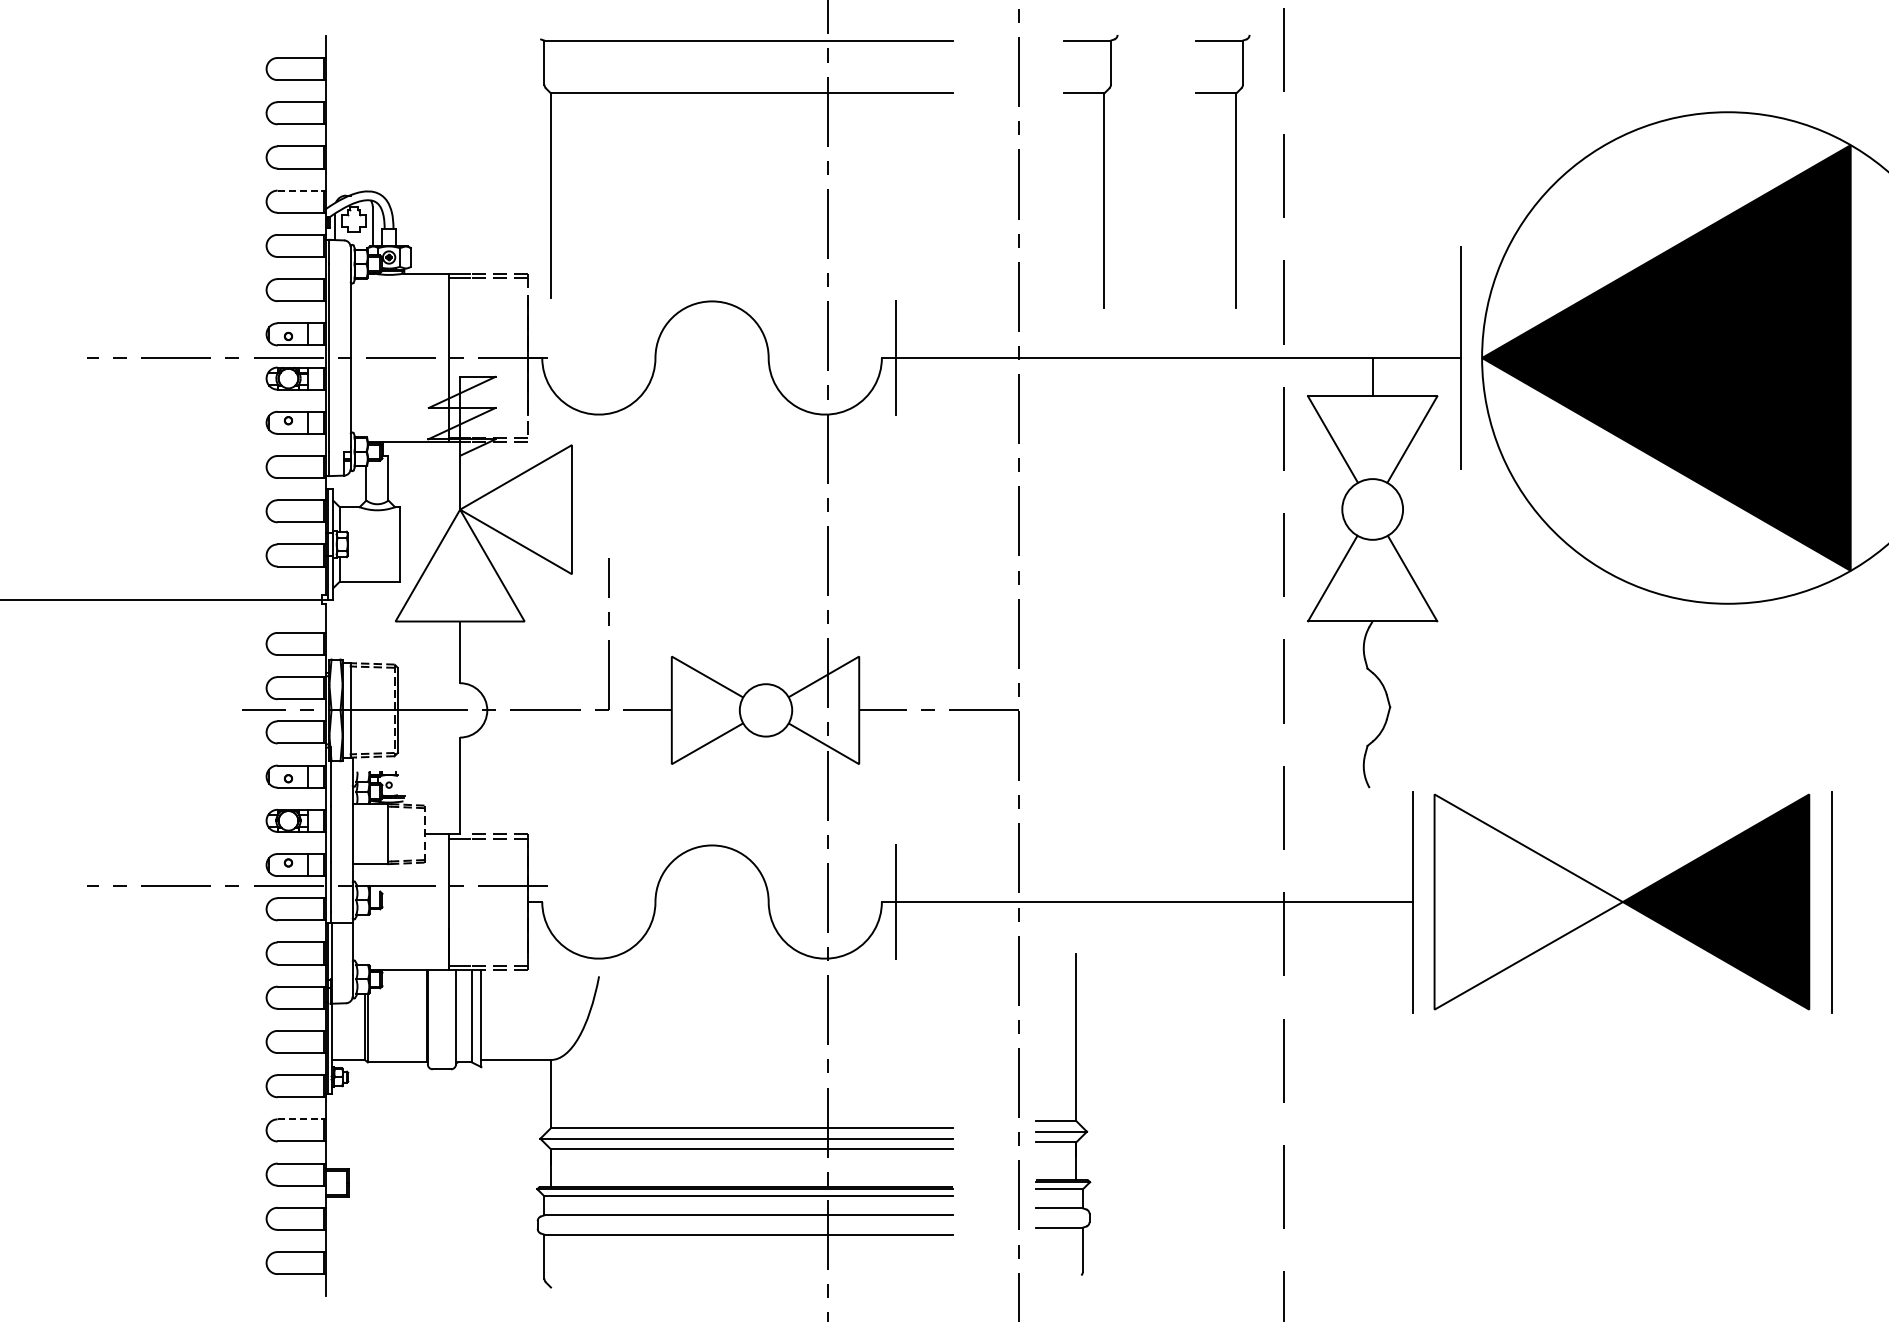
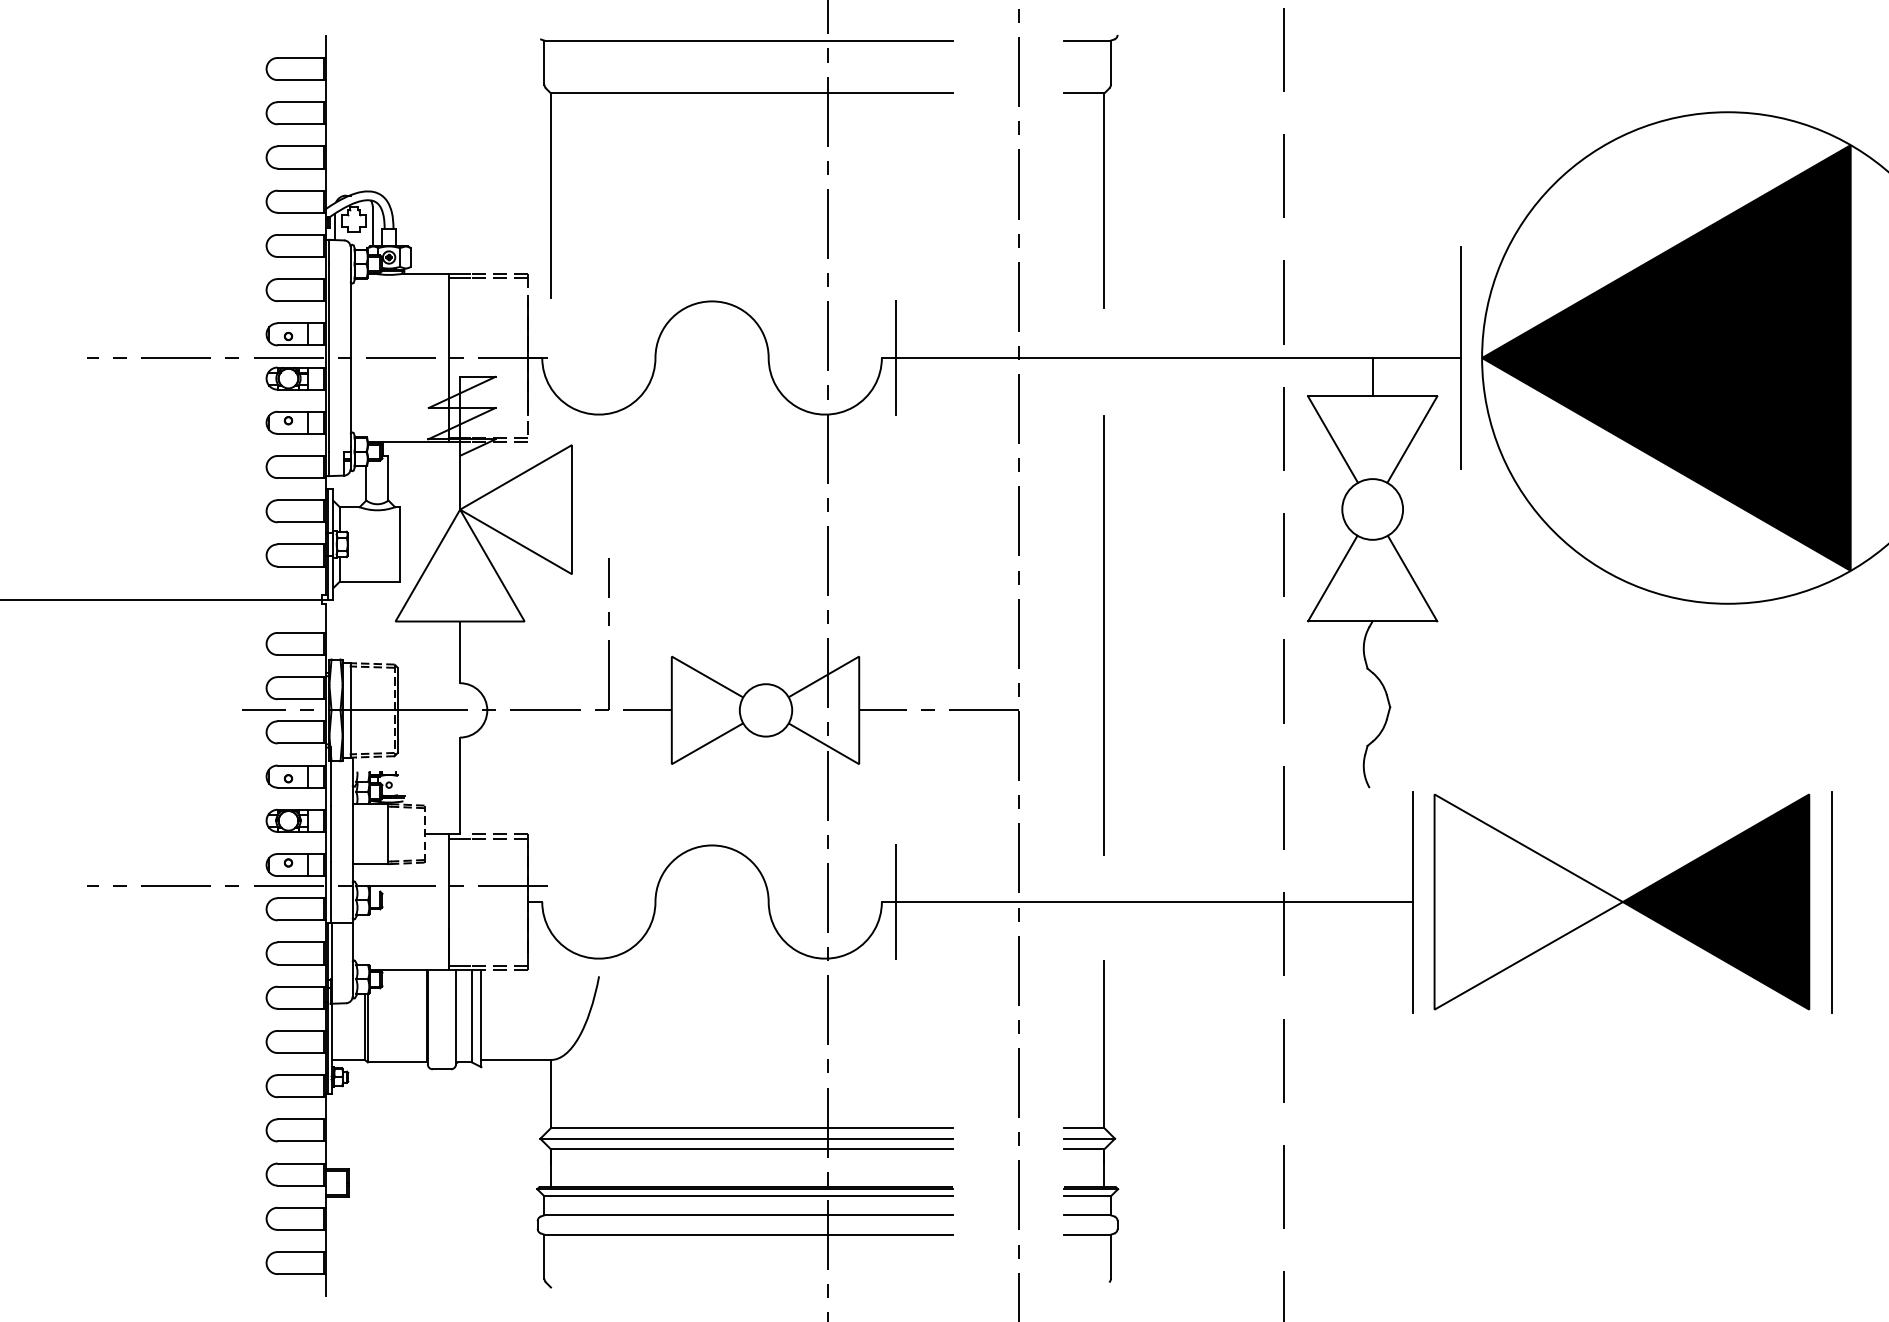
part at (1235, 171): present -> none
line at (300, 190): dashed -> solid
line at (1104, 635): none -> present
part at (1063, 1114) position: (1063, 1114) -> (1091, 1121)
line at (300, 1119): dashed -> solid
